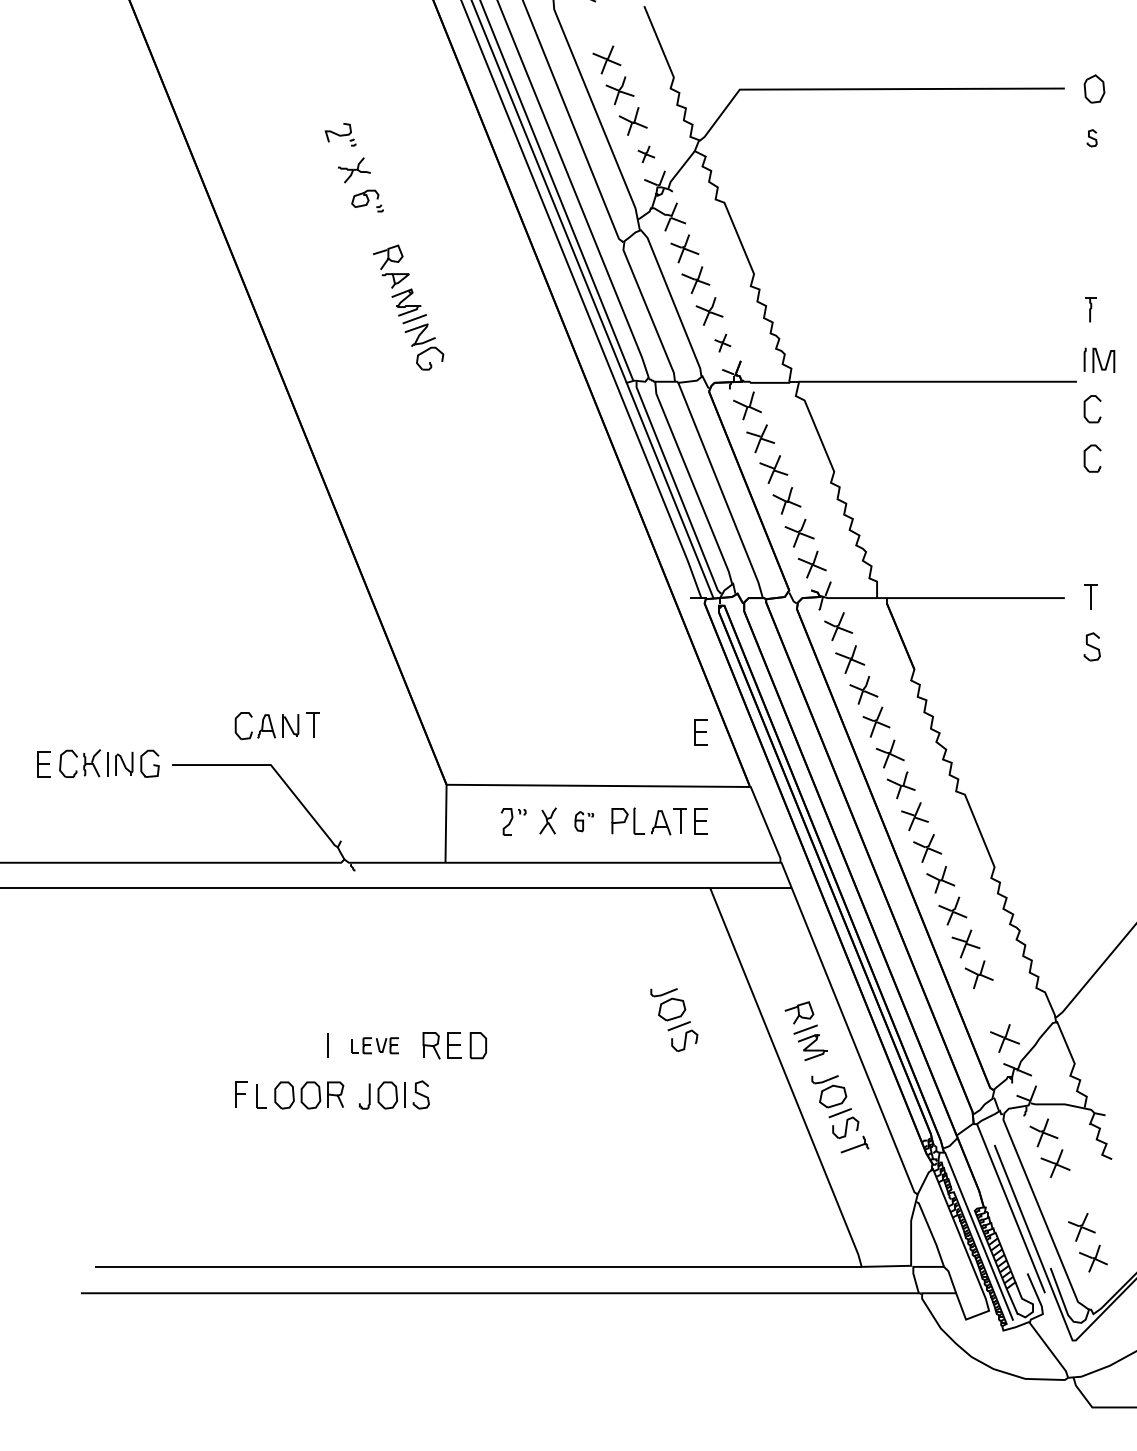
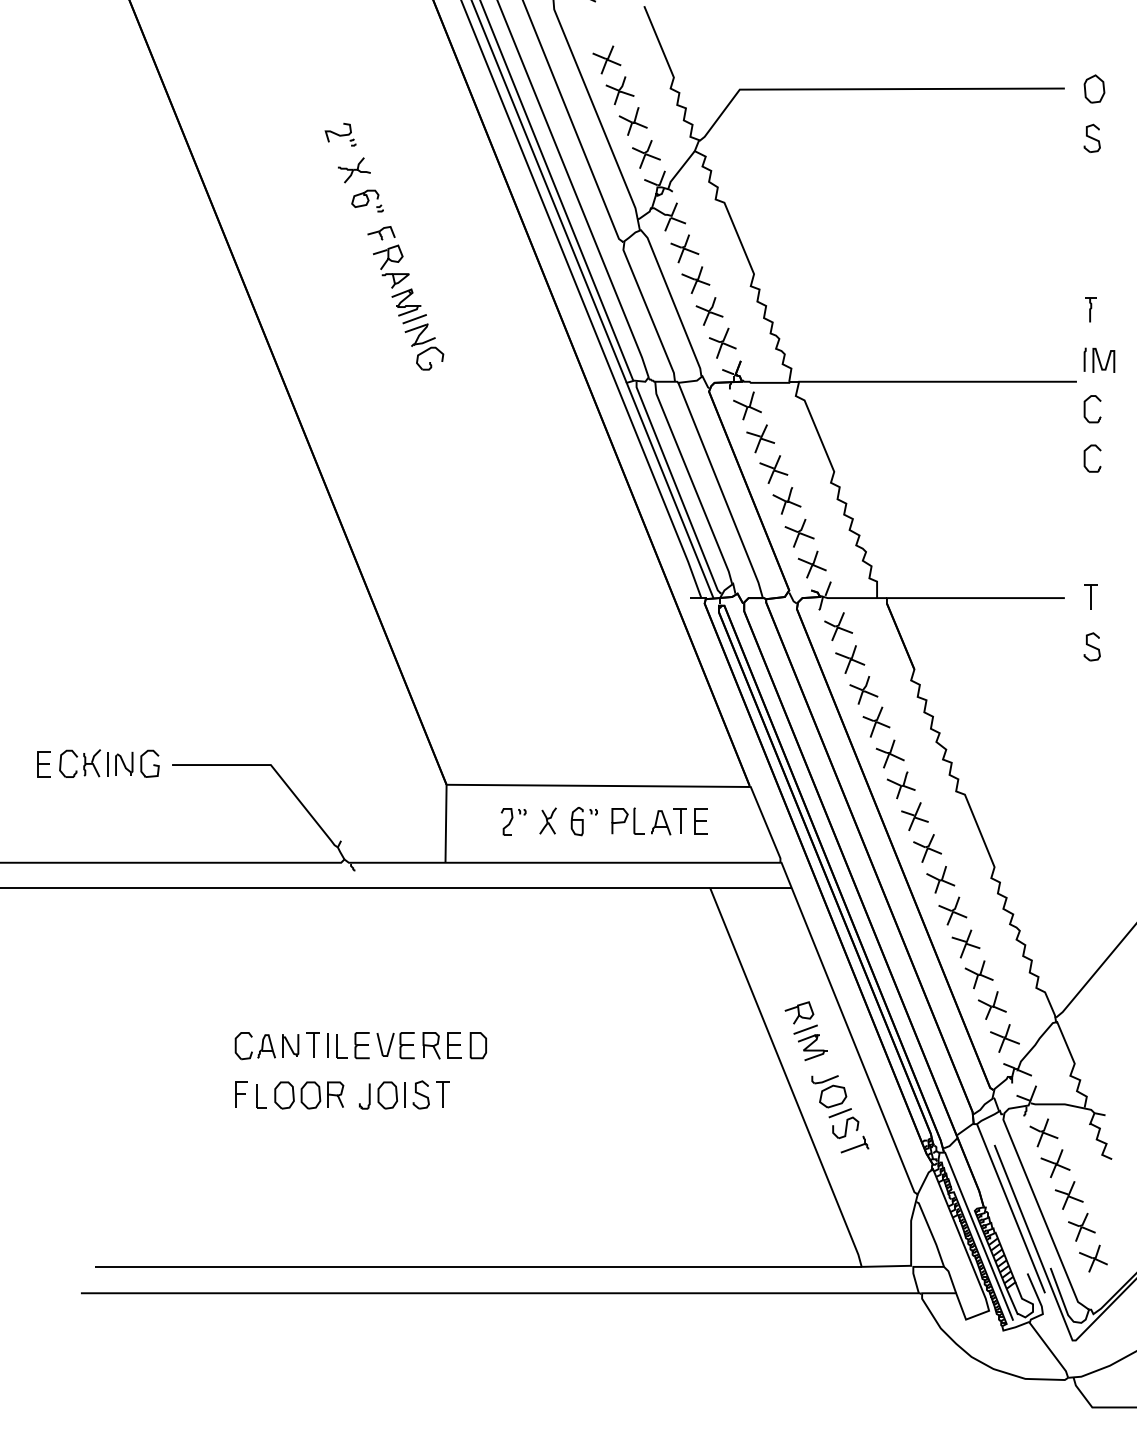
part at (1091, 138) size: 12x19 px -> 18x30 px
part at (646, 154) size: 19x19 px -> 29x29 px
part at (381, 233): none -> present
part at (722, 342) size: 18x20 px -> 28x32 px
part at (276, 726) position: (276, 726) -> (276, 1046)
part at (700, 732): present -> none
part at (583, 821) size: 20x22 px -> 28x30 px
part at (992, 1005): none -> present
part at (674, 1020): present -> none
part at (374, 1045) size: 48x18 px -> 79x28 px
part at (442, 1094): none -> present
part at (1068, 1195): none -> present
